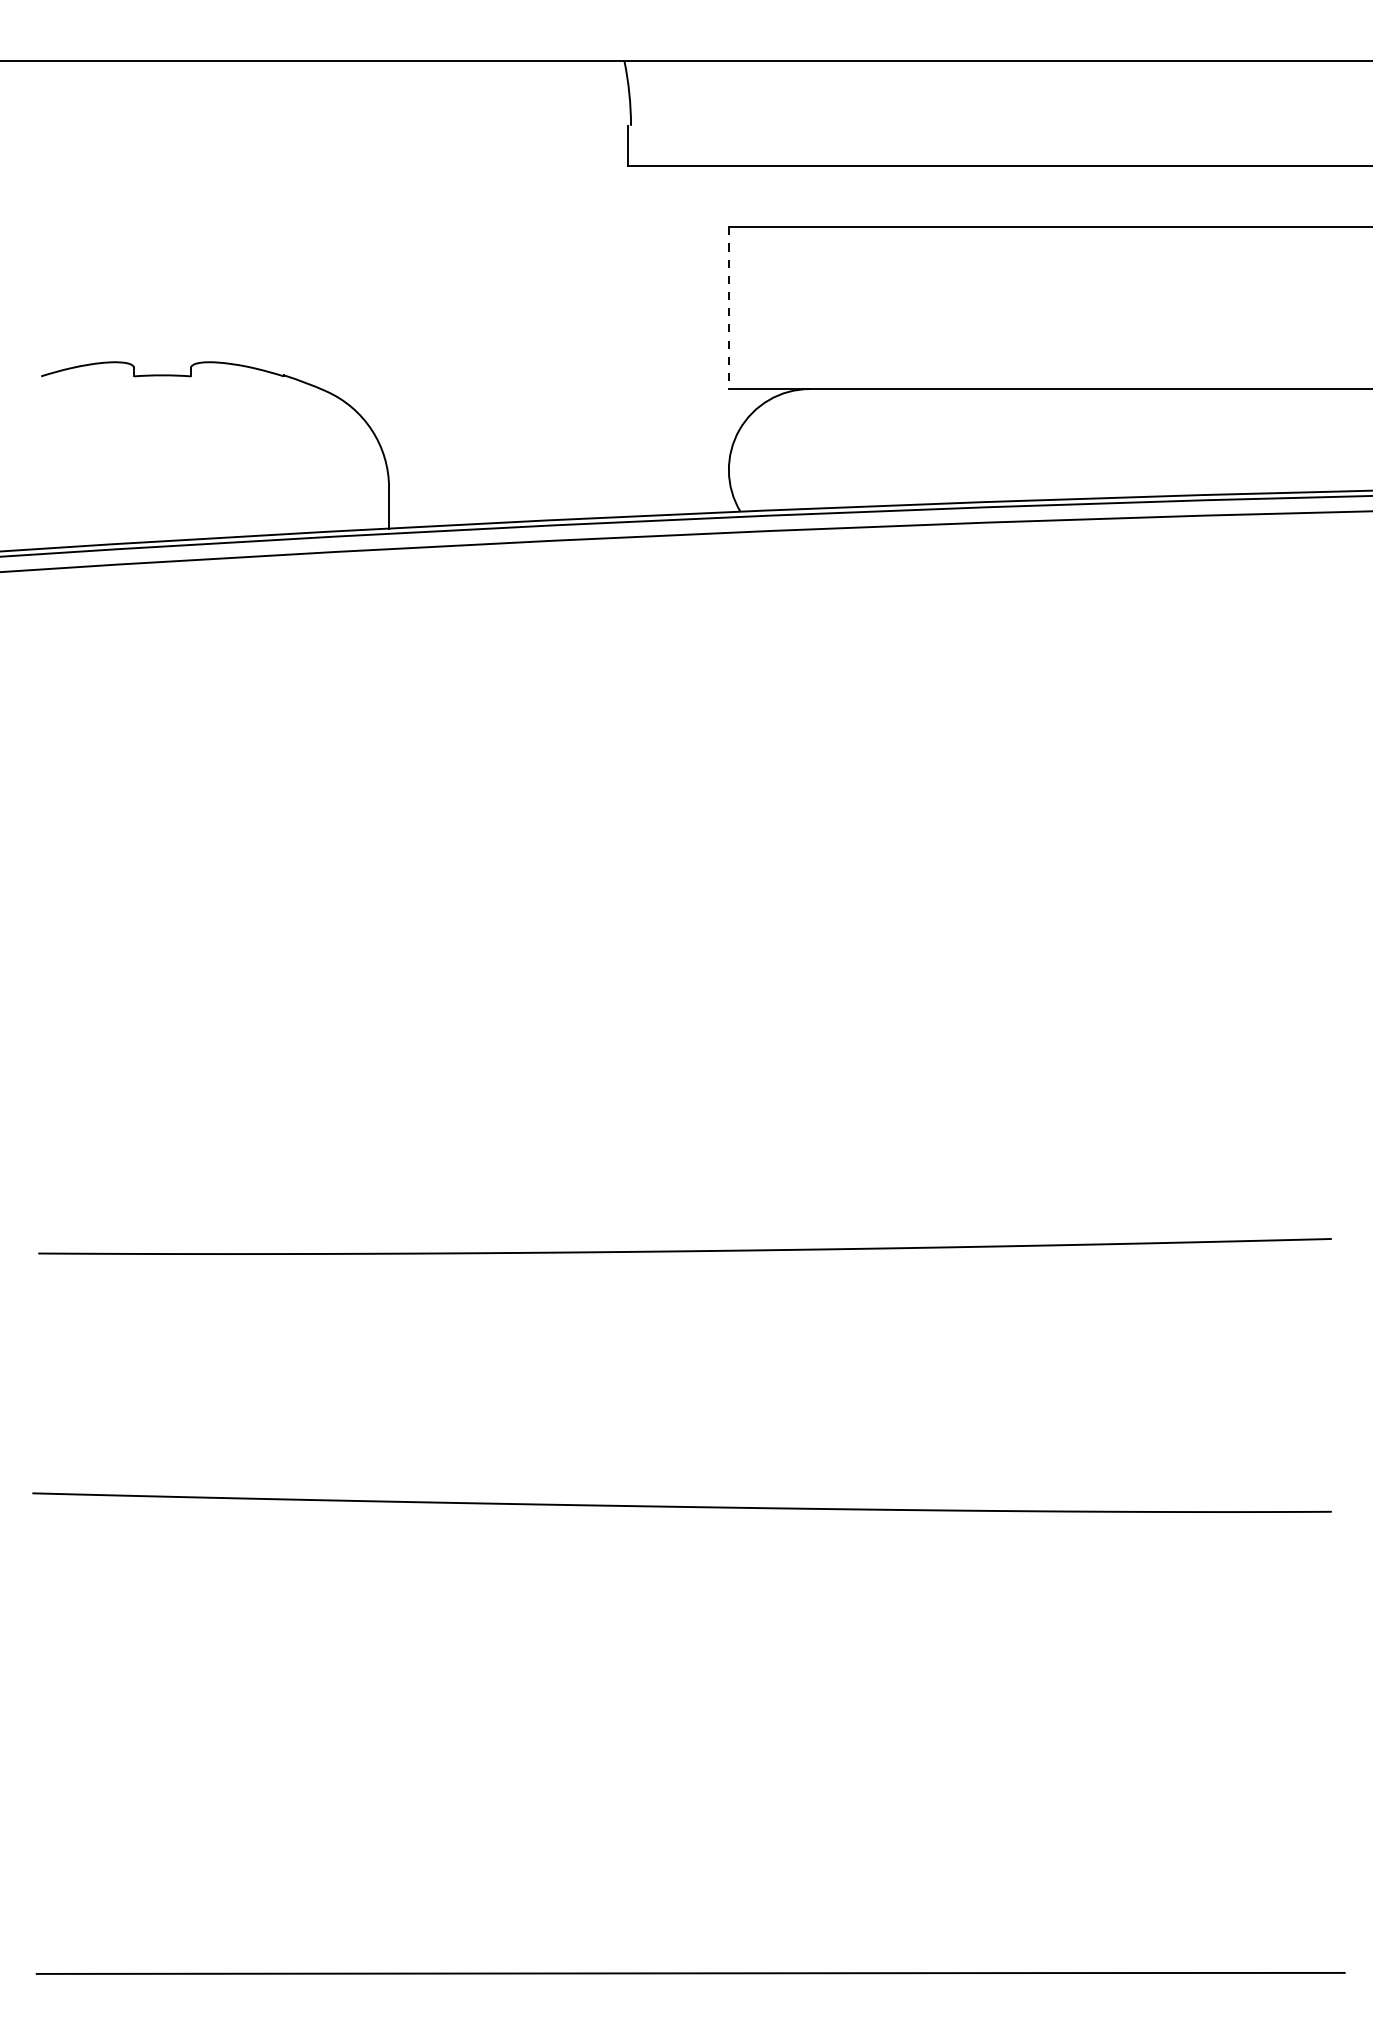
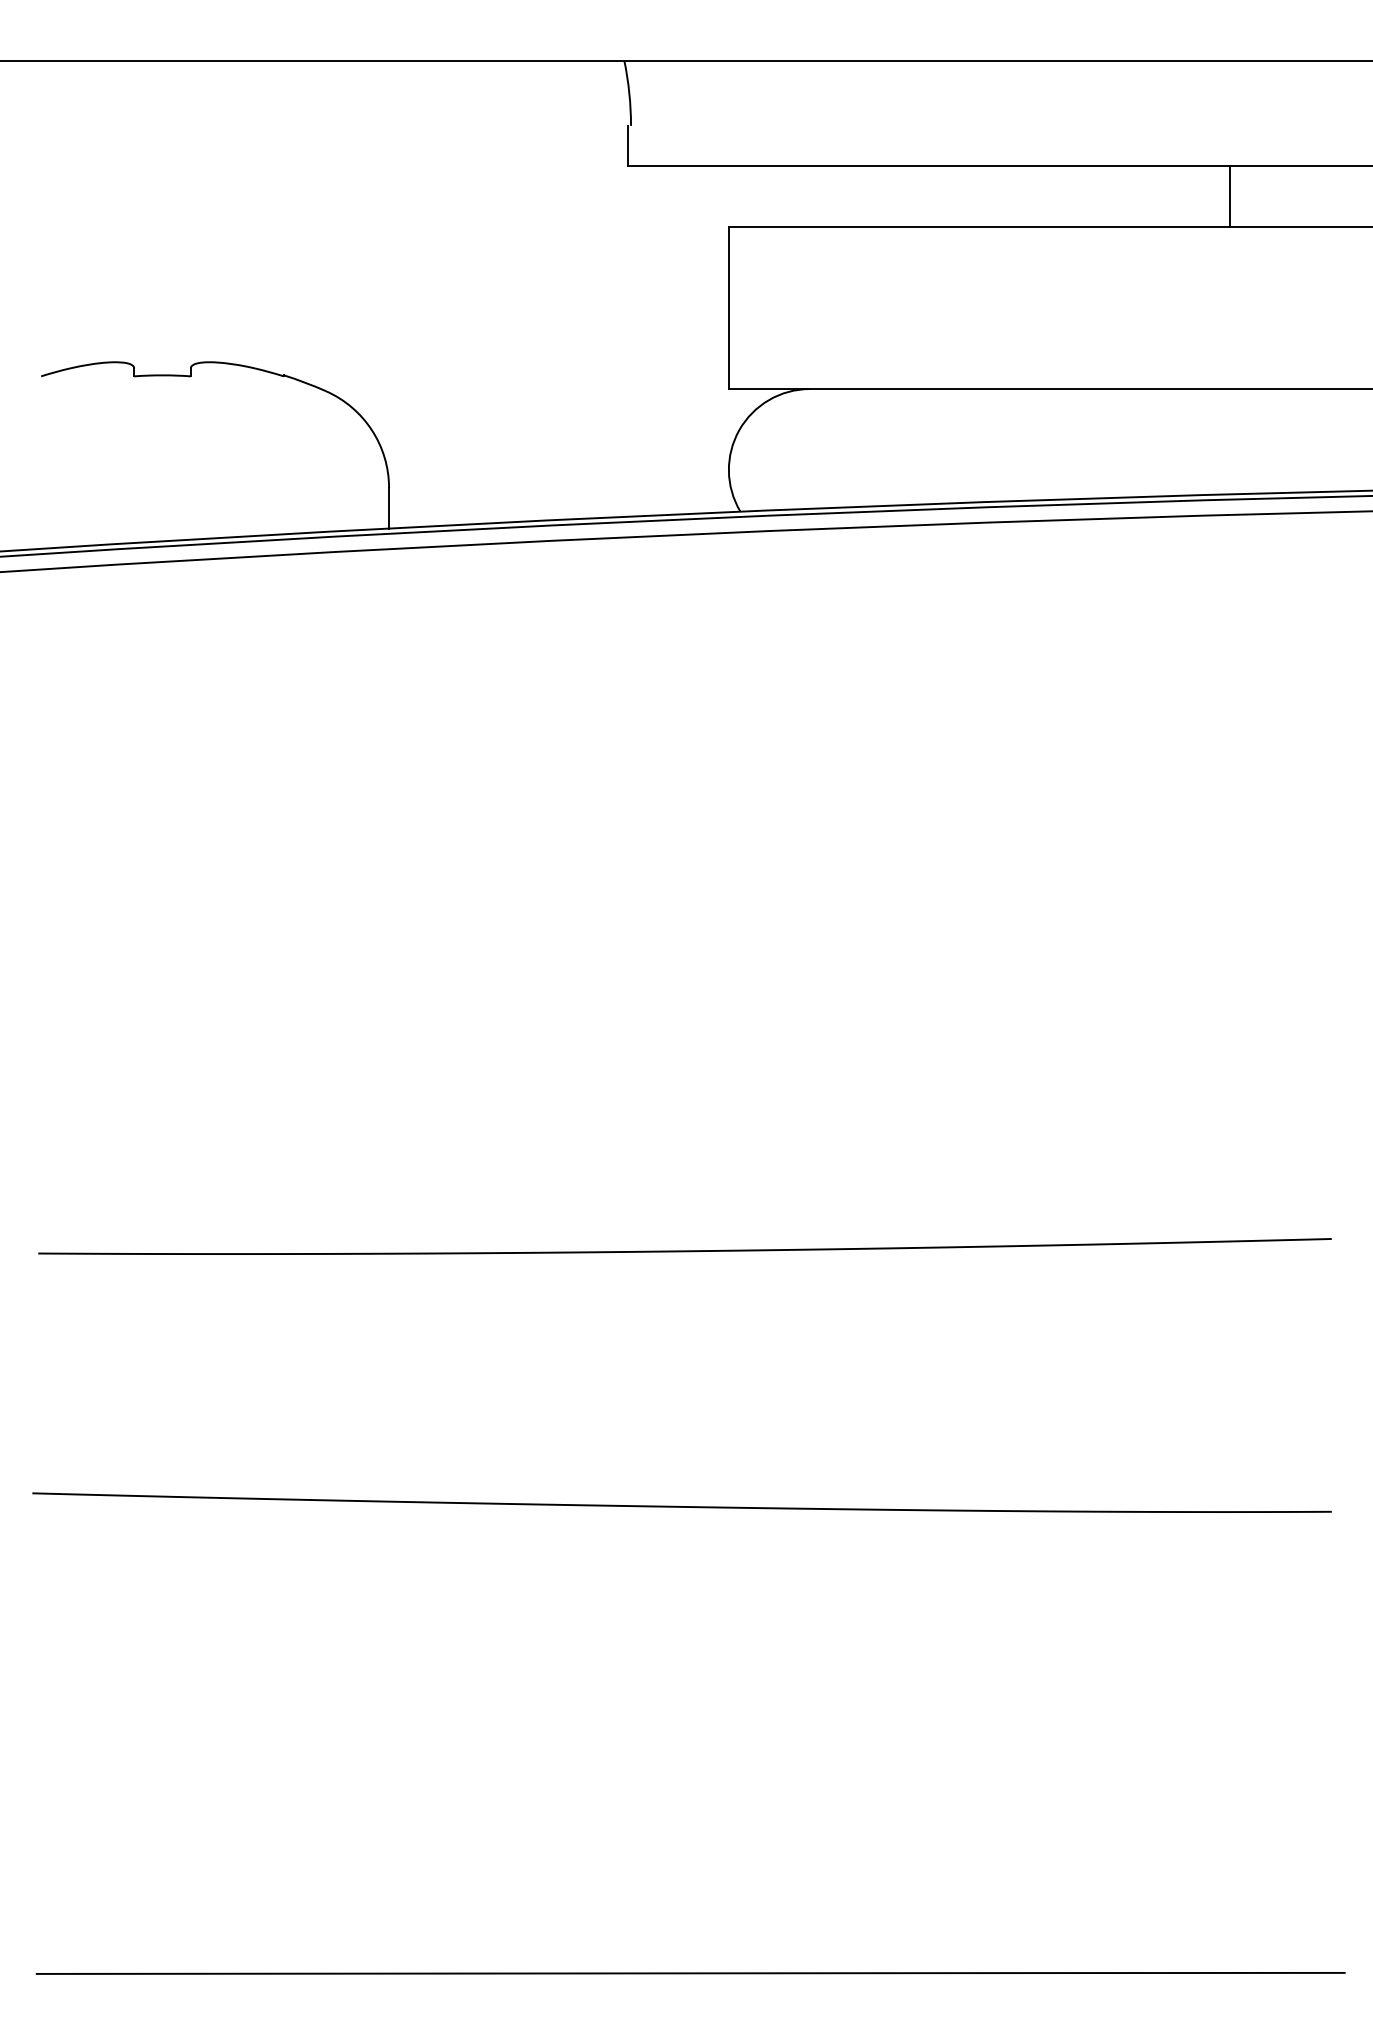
line at (1229, 196): none -> present
line at (728, 308): dashed -> solid
